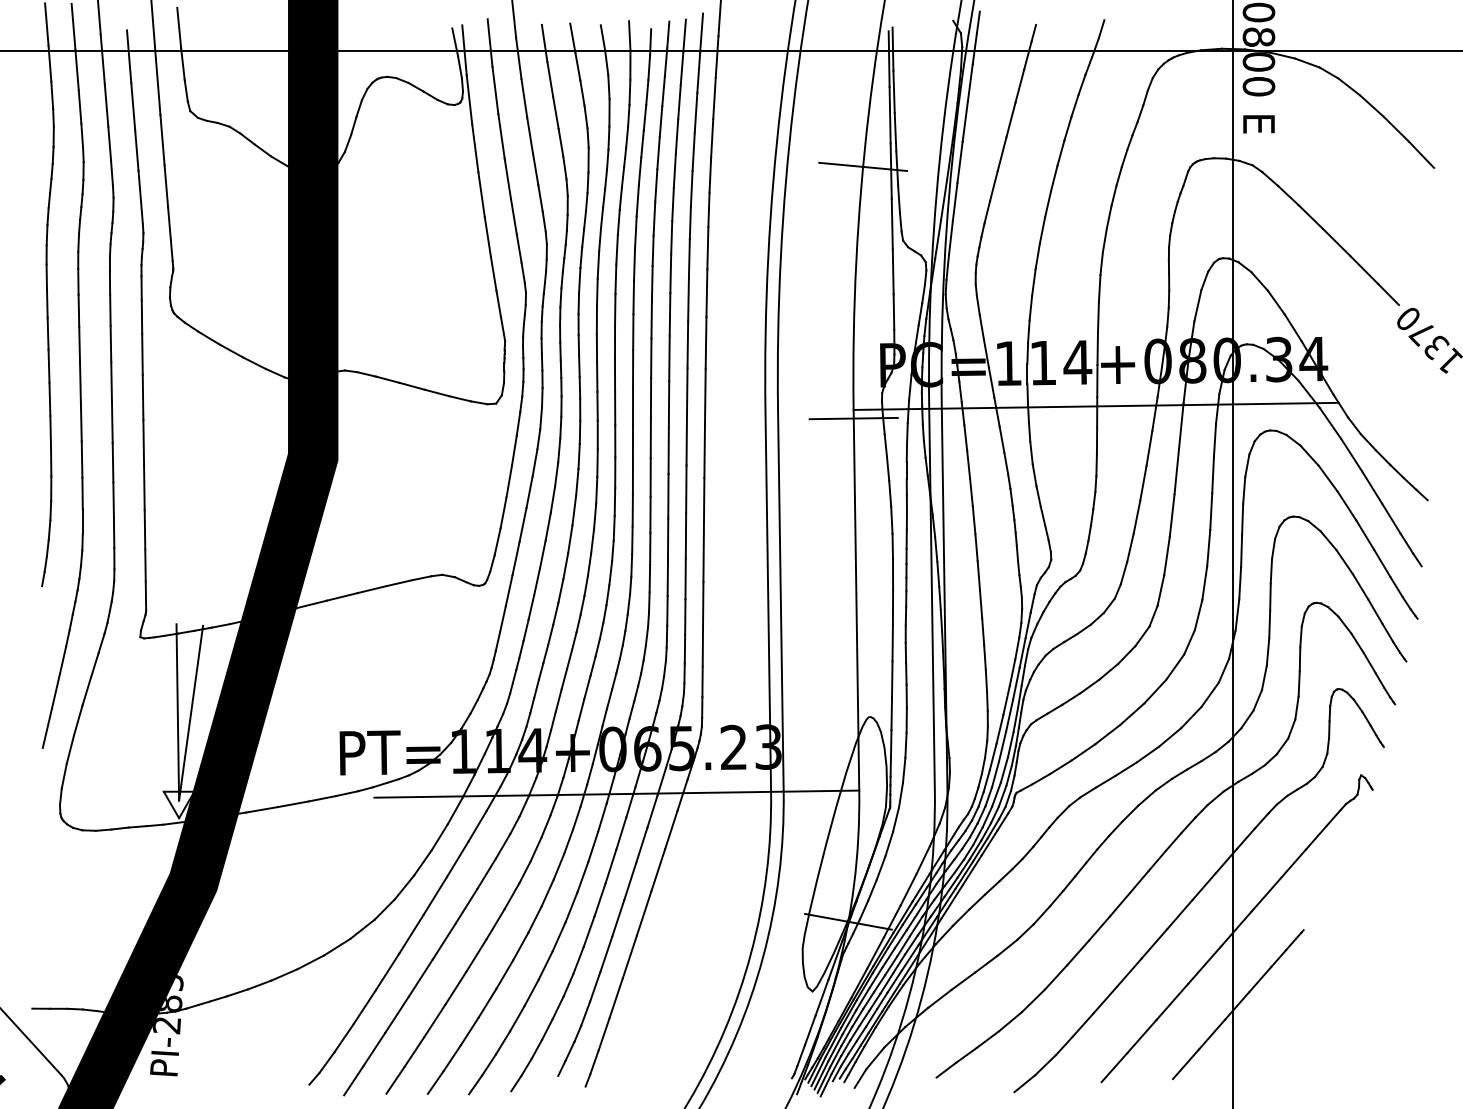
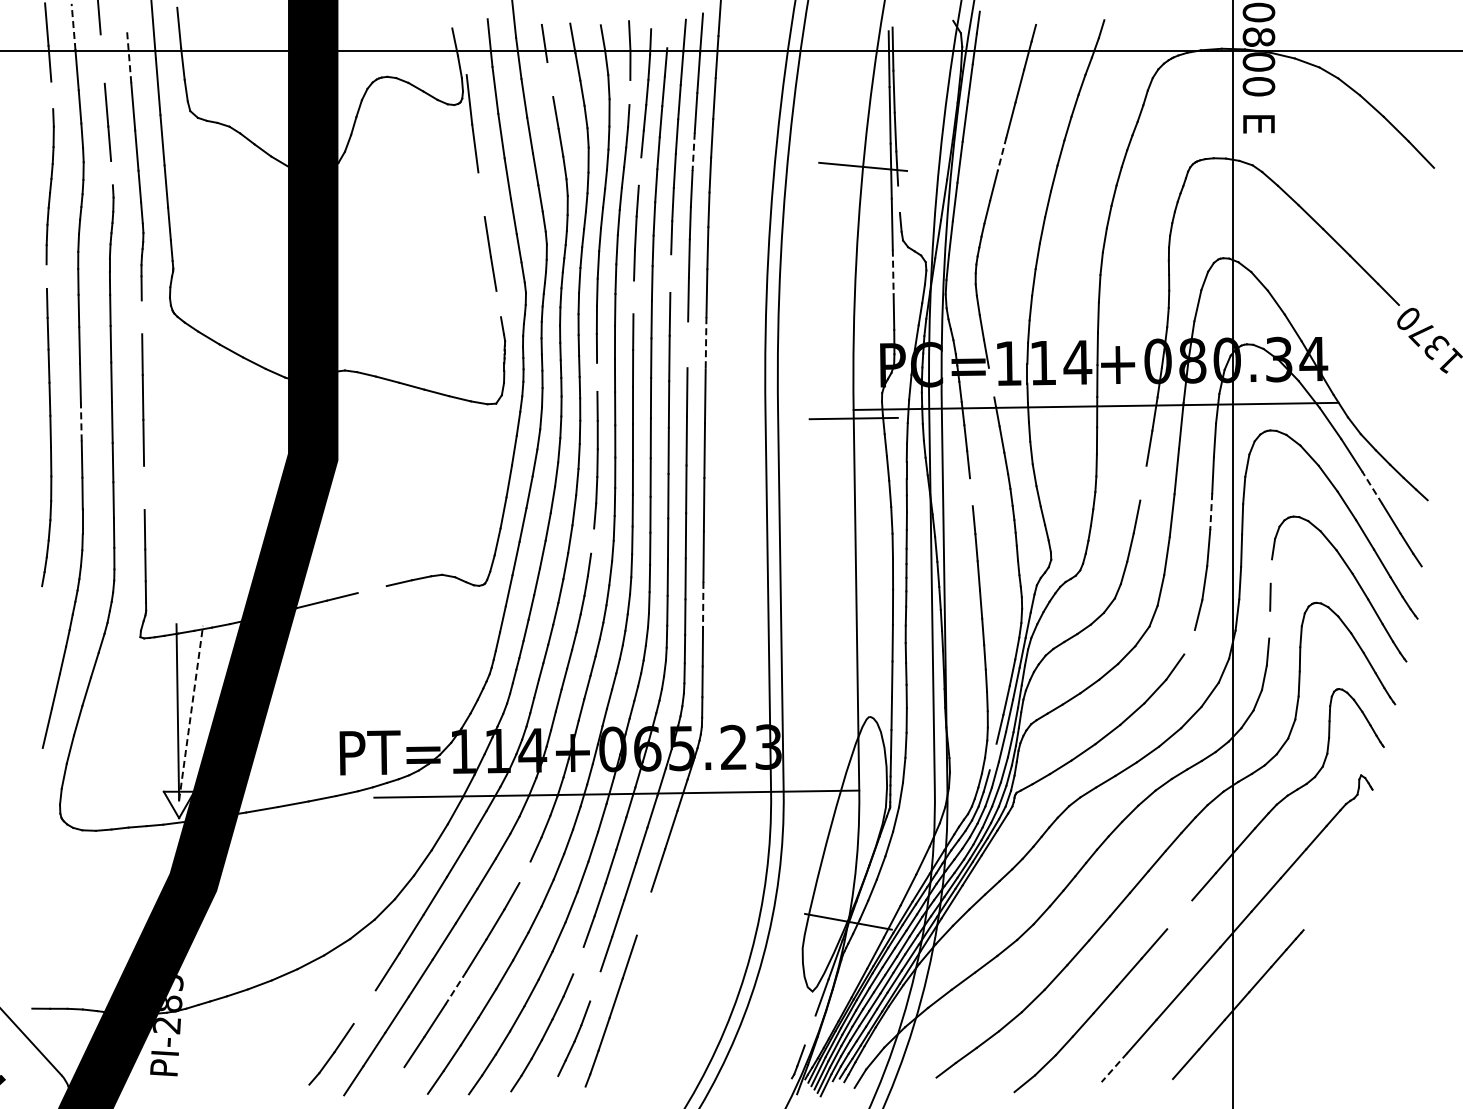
line at (73, 26): solid -> dashed
line at (668, 34): present -> none
line at (464, 50): present -> none
line at (129, 56): solid -> dashed
line at (102, 58): present -> none
line at (550, 79): present -> none
line at (629, 92): present -> none
line at (52, 95): present -> none
line at (693, 152): solid -> dashed
line at (1001, 154): solid -> dashed
line at (639, 171): present -> none
line at (111, 173): present -> none
line at (481, 194): present -> none
line at (898, 198): present -> none
line at (893, 272): solid -> dashed
line at (670, 273): present -> none
line at (46, 276): present -> none
line at (633, 297): present -> none
line at (498, 303): present -> none
line at (141, 317): present -> none
line at (706, 343): solid -> dashed
line at (687, 344): present -> none
line at (597, 376): present -> none
line at (991, 382): present -> none
line at (81, 421): solid -> dashed
line at (1143, 482): present -> none
line at (144, 487): present -> none
line at (1372, 487): solid -> dashed
line at (971, 492): present -> none
line at (1211, 512): solid -> dashed
line at (592, 540): present -> none
line at (1271, 571): present -> none
line at (371, 589): present -> none
line at (703, 604): solid -> dashed
line at (1269, 624): present -> none
line at (1189, 641): present -> none
line at (191, 712): solid -> dashed
line at (992, 756): present -> none
line at (524, 872): present -> none
line at (643, 913): present -> none
line at (1179, 914): present -> none
line at (578, 960): present -> none
line at (595, 986): present -> none
line at (455, 988): solid -> dashed
line at (364, 1007): present -> none
line at (809, 1030): present -> none
line at (1114, 1067): solid -> dashed
line at (395, 1080): present -> none
